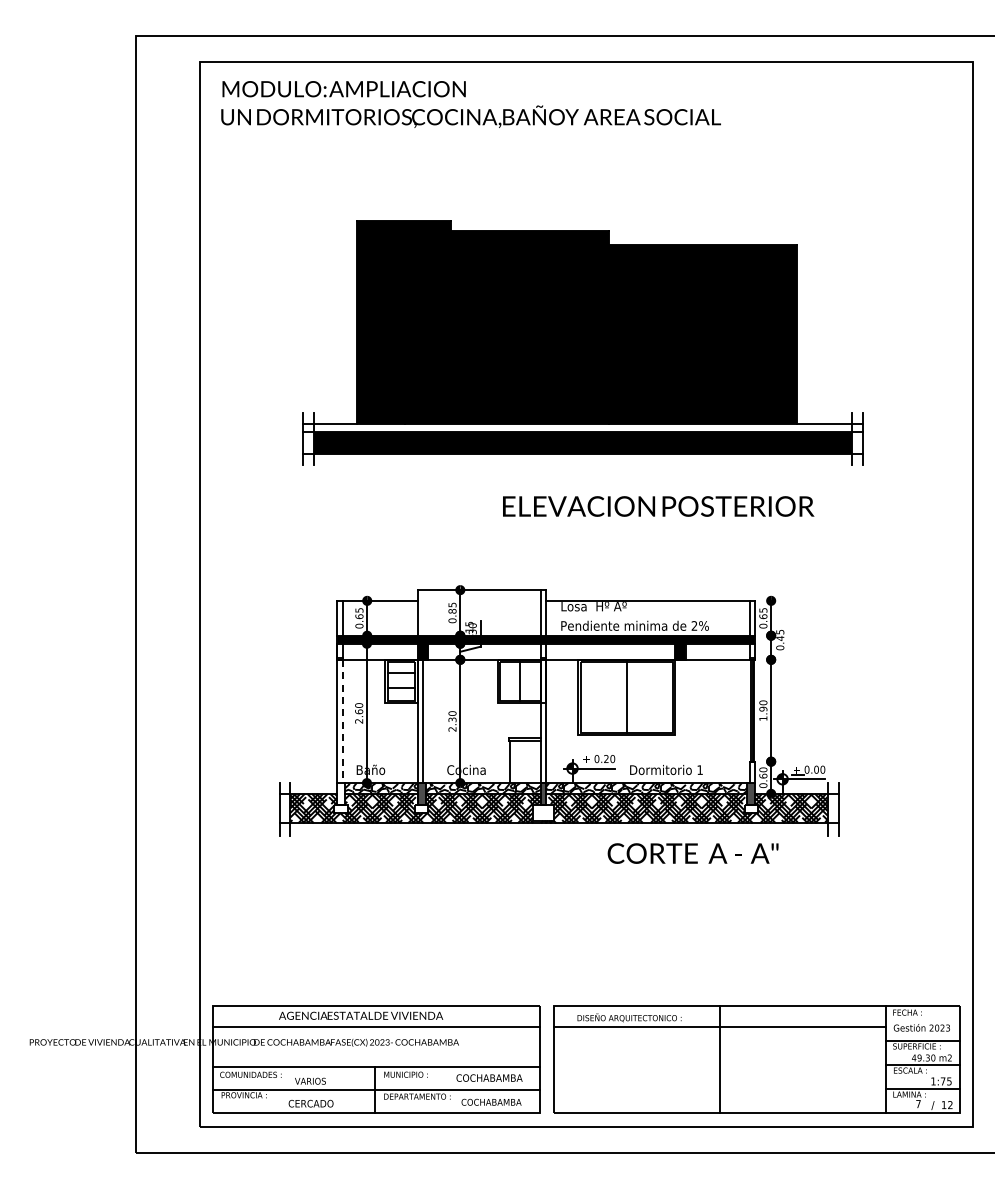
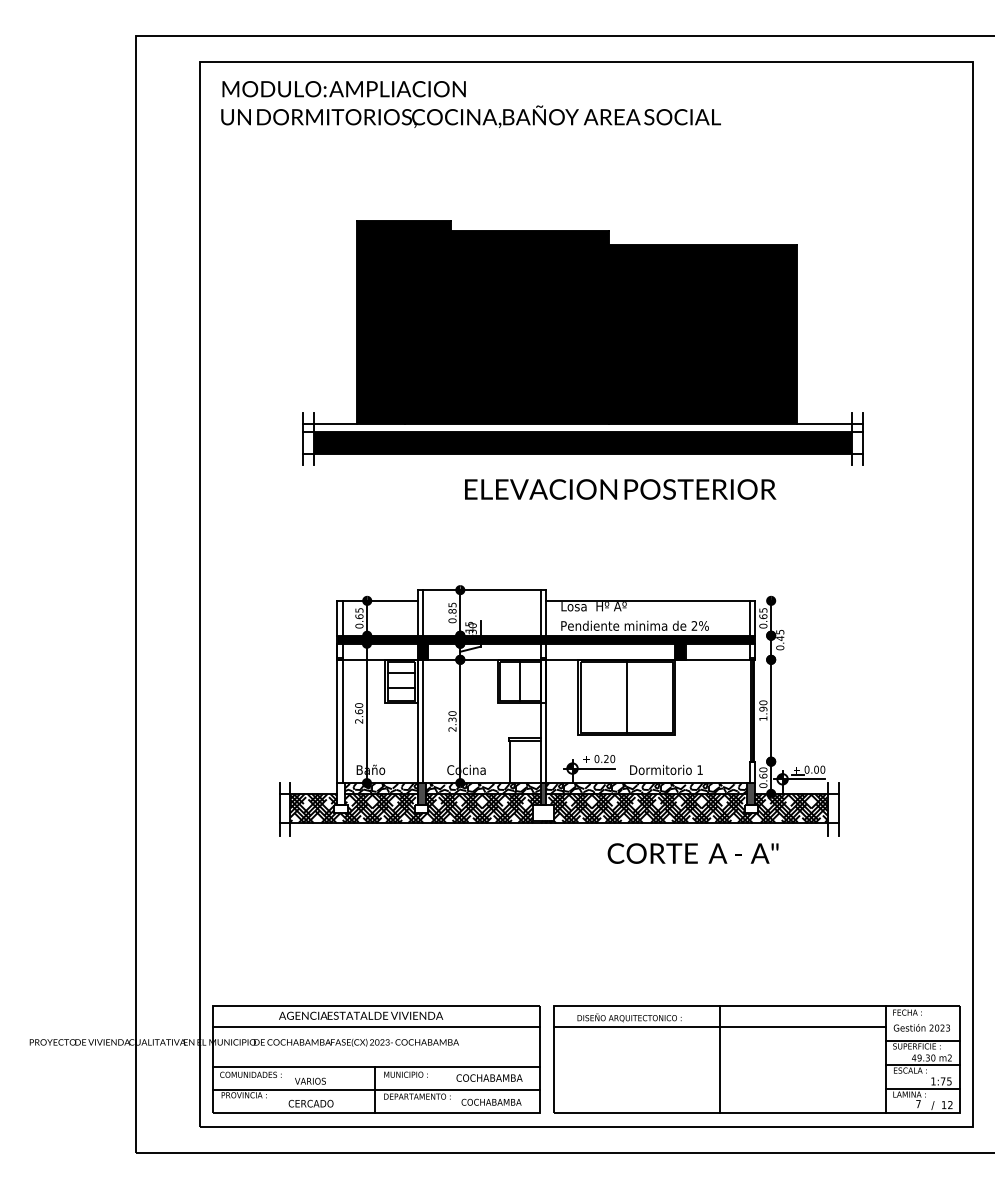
text at (658, 506) position: (658, 506) -> (620, 489)
line at (422, 612): none -> present
line at (342, 721): dashed -> solid
